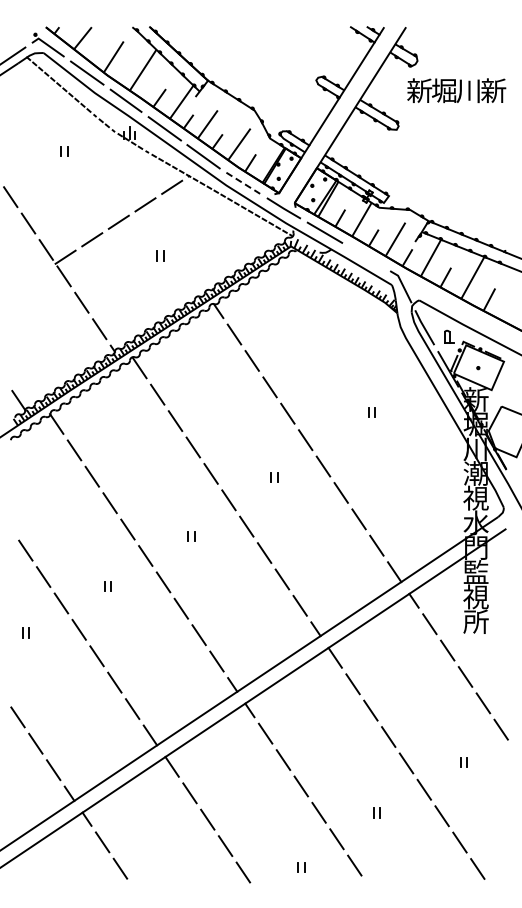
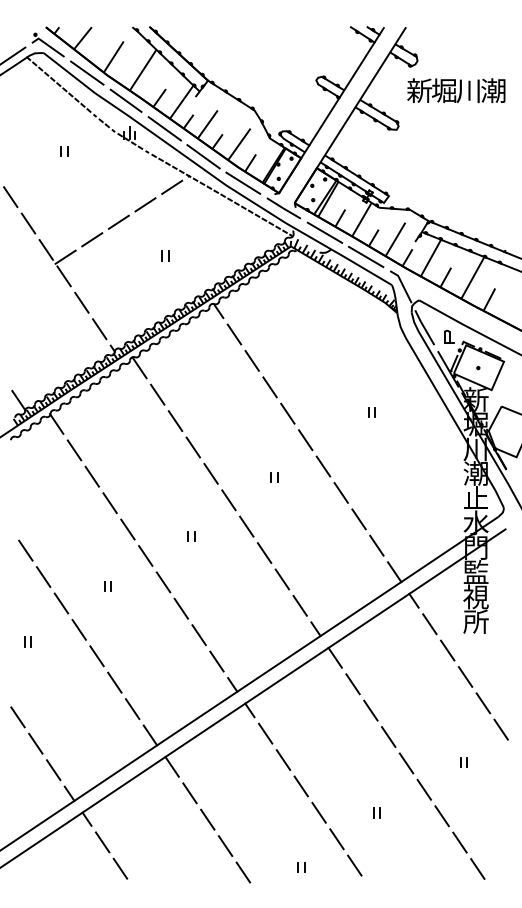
text at (493, 90): 新 -> 潮
line at (243, 183): dashed -> solid
part at (160, 255) position: (160, 255) -> (165, 255)
line at (365, 256): none -> present
text at (475, 497): 視 -> 止
part at (25, 632) position: (25, 632) -> (27, 641)
